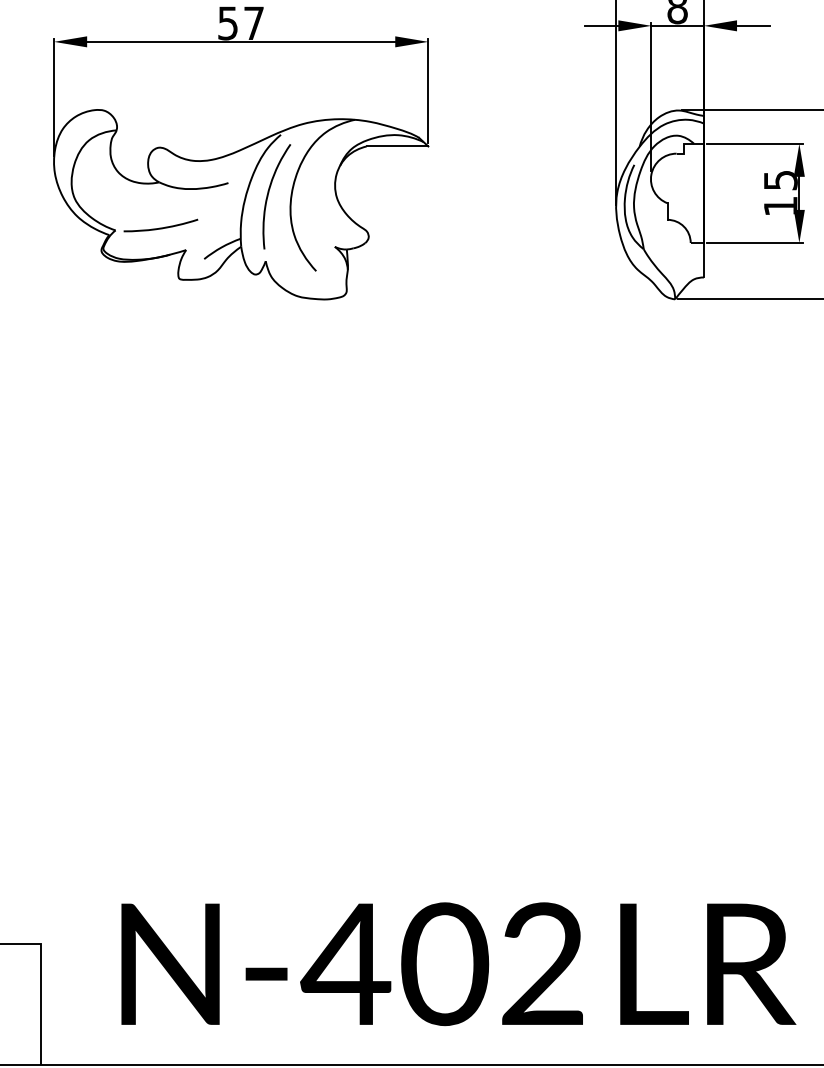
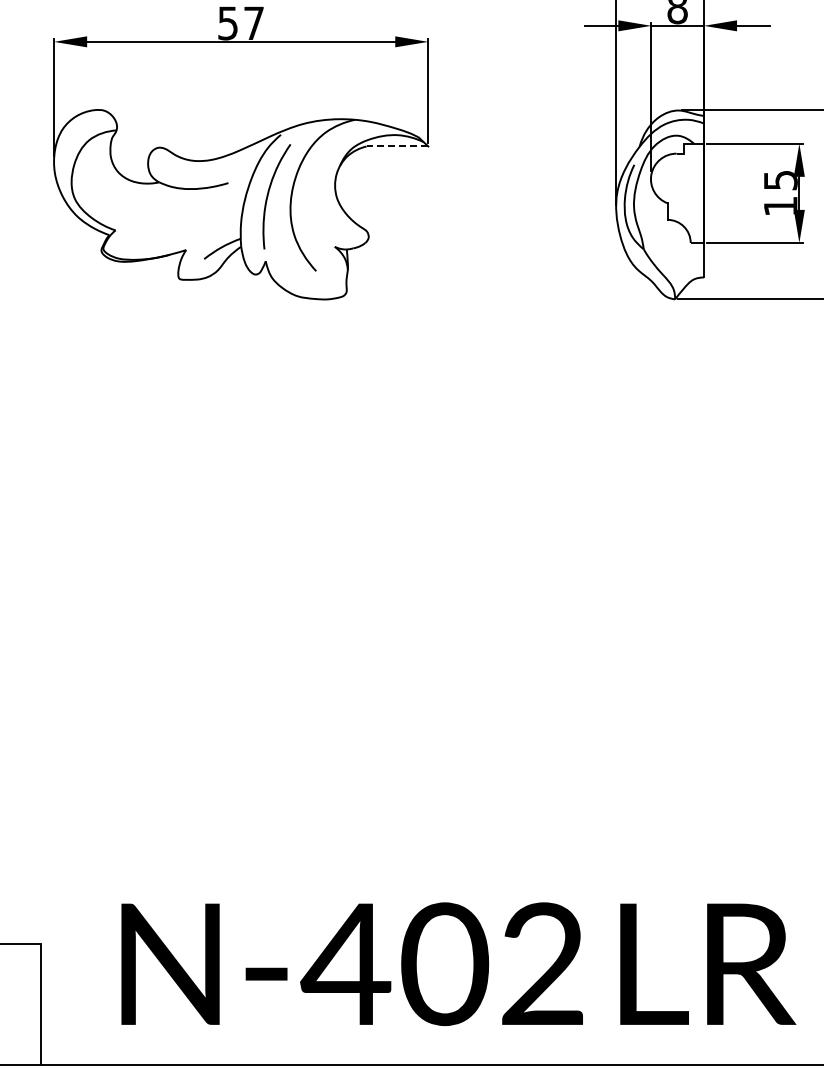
line at (397, 146): solid -> dashed
curve at (160, 227): present -> none
